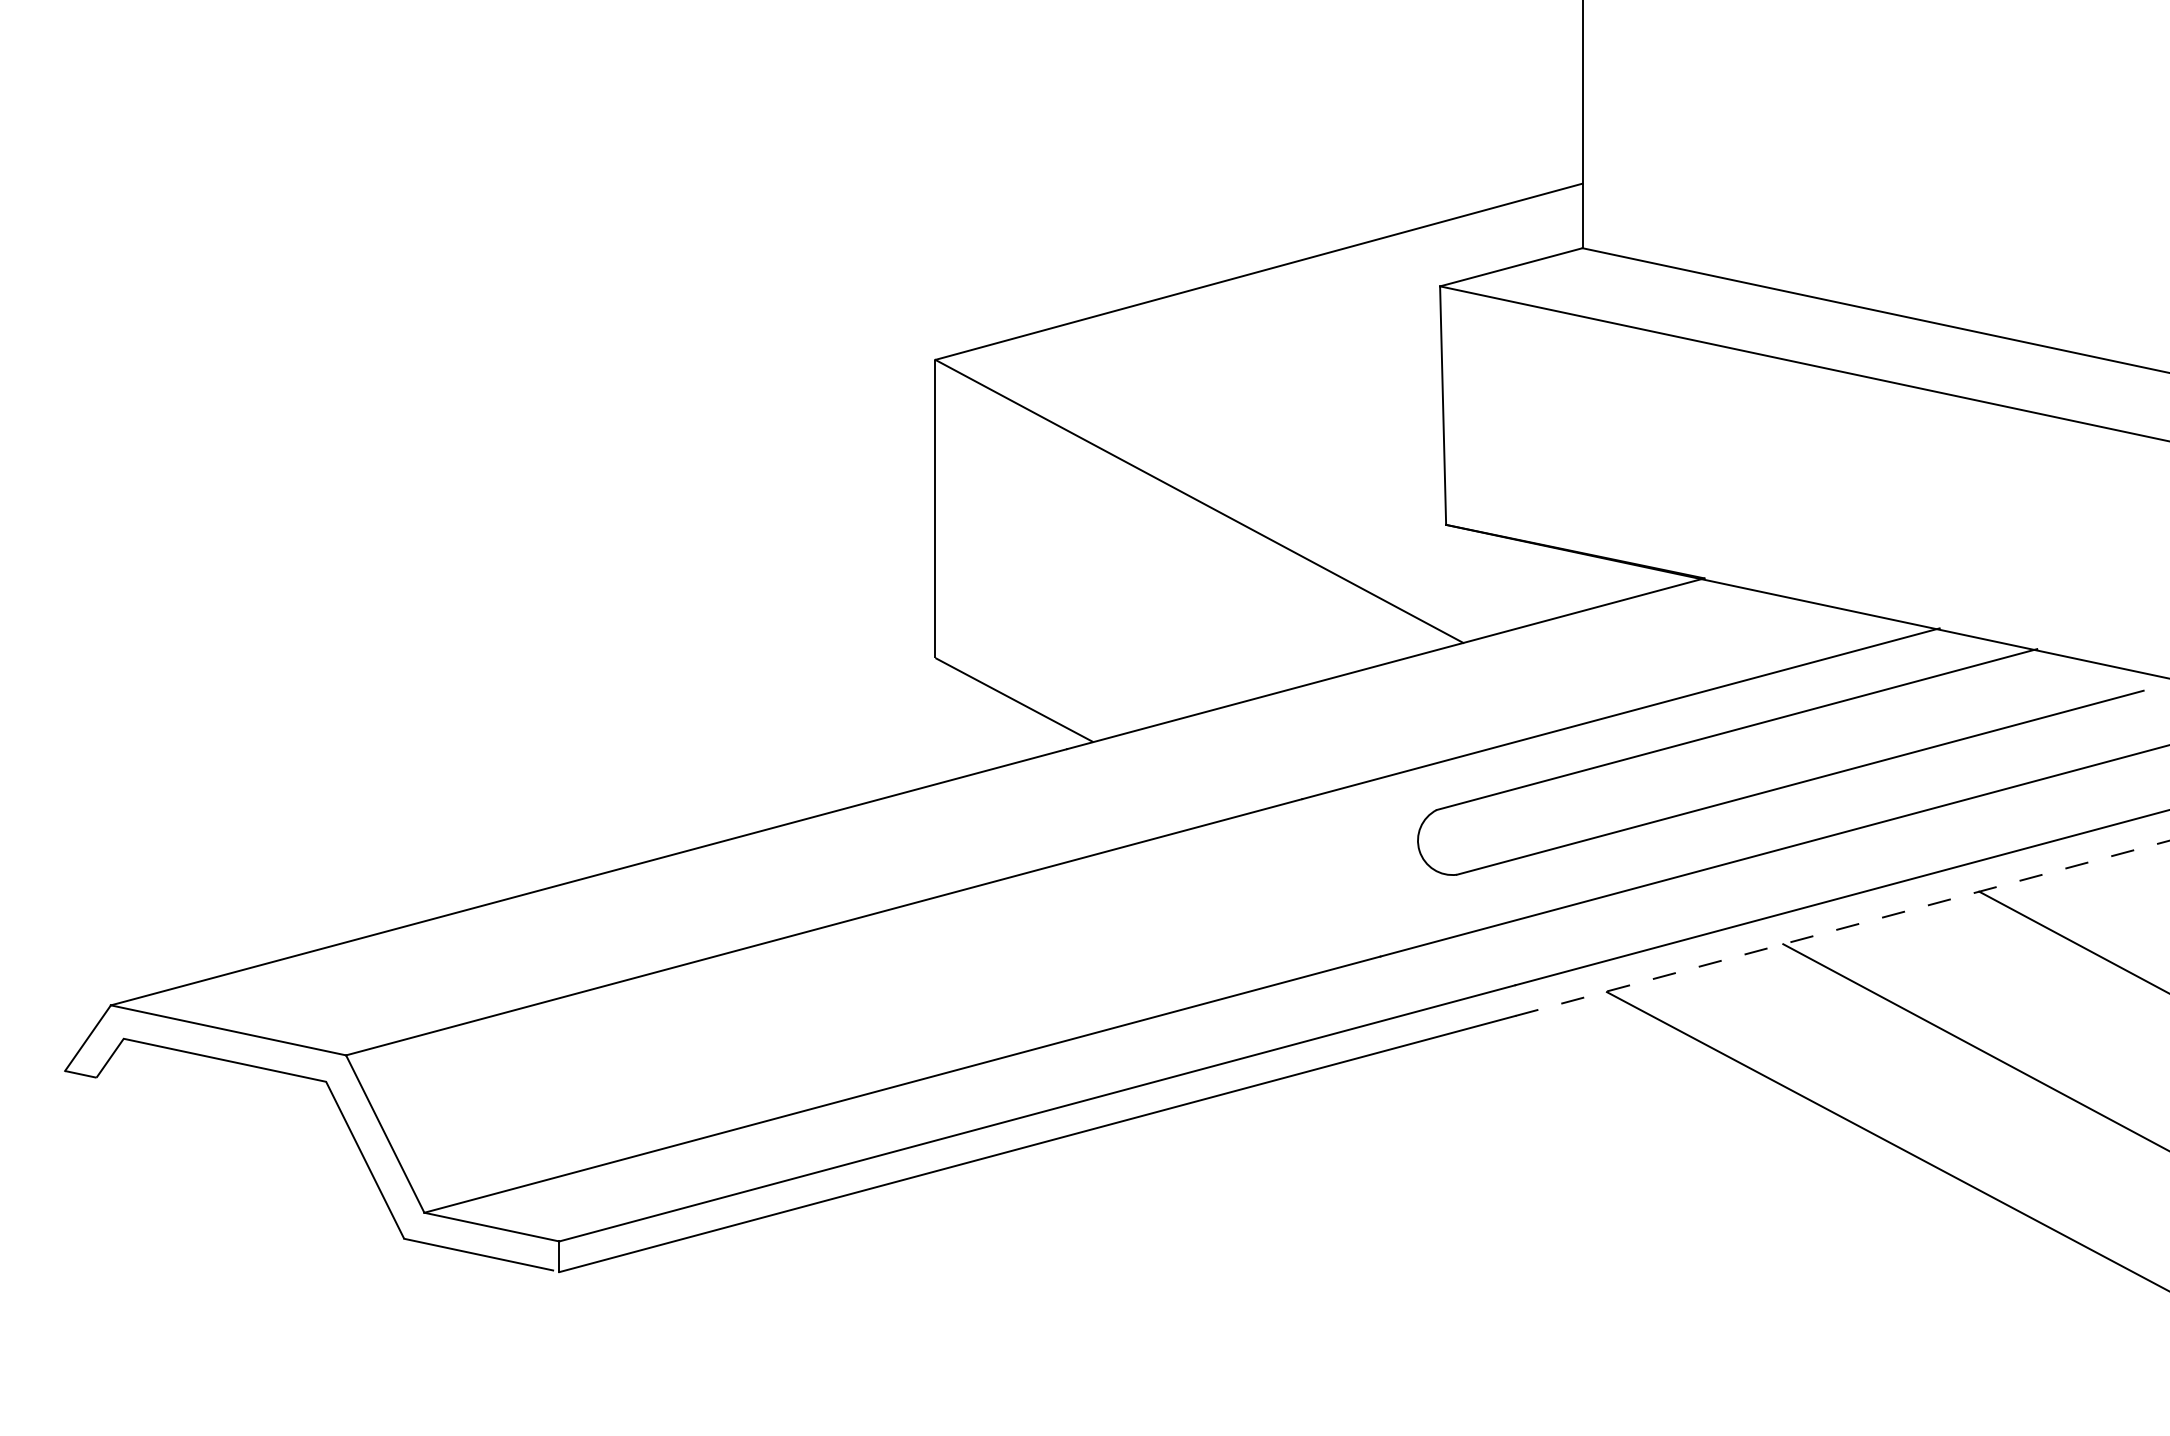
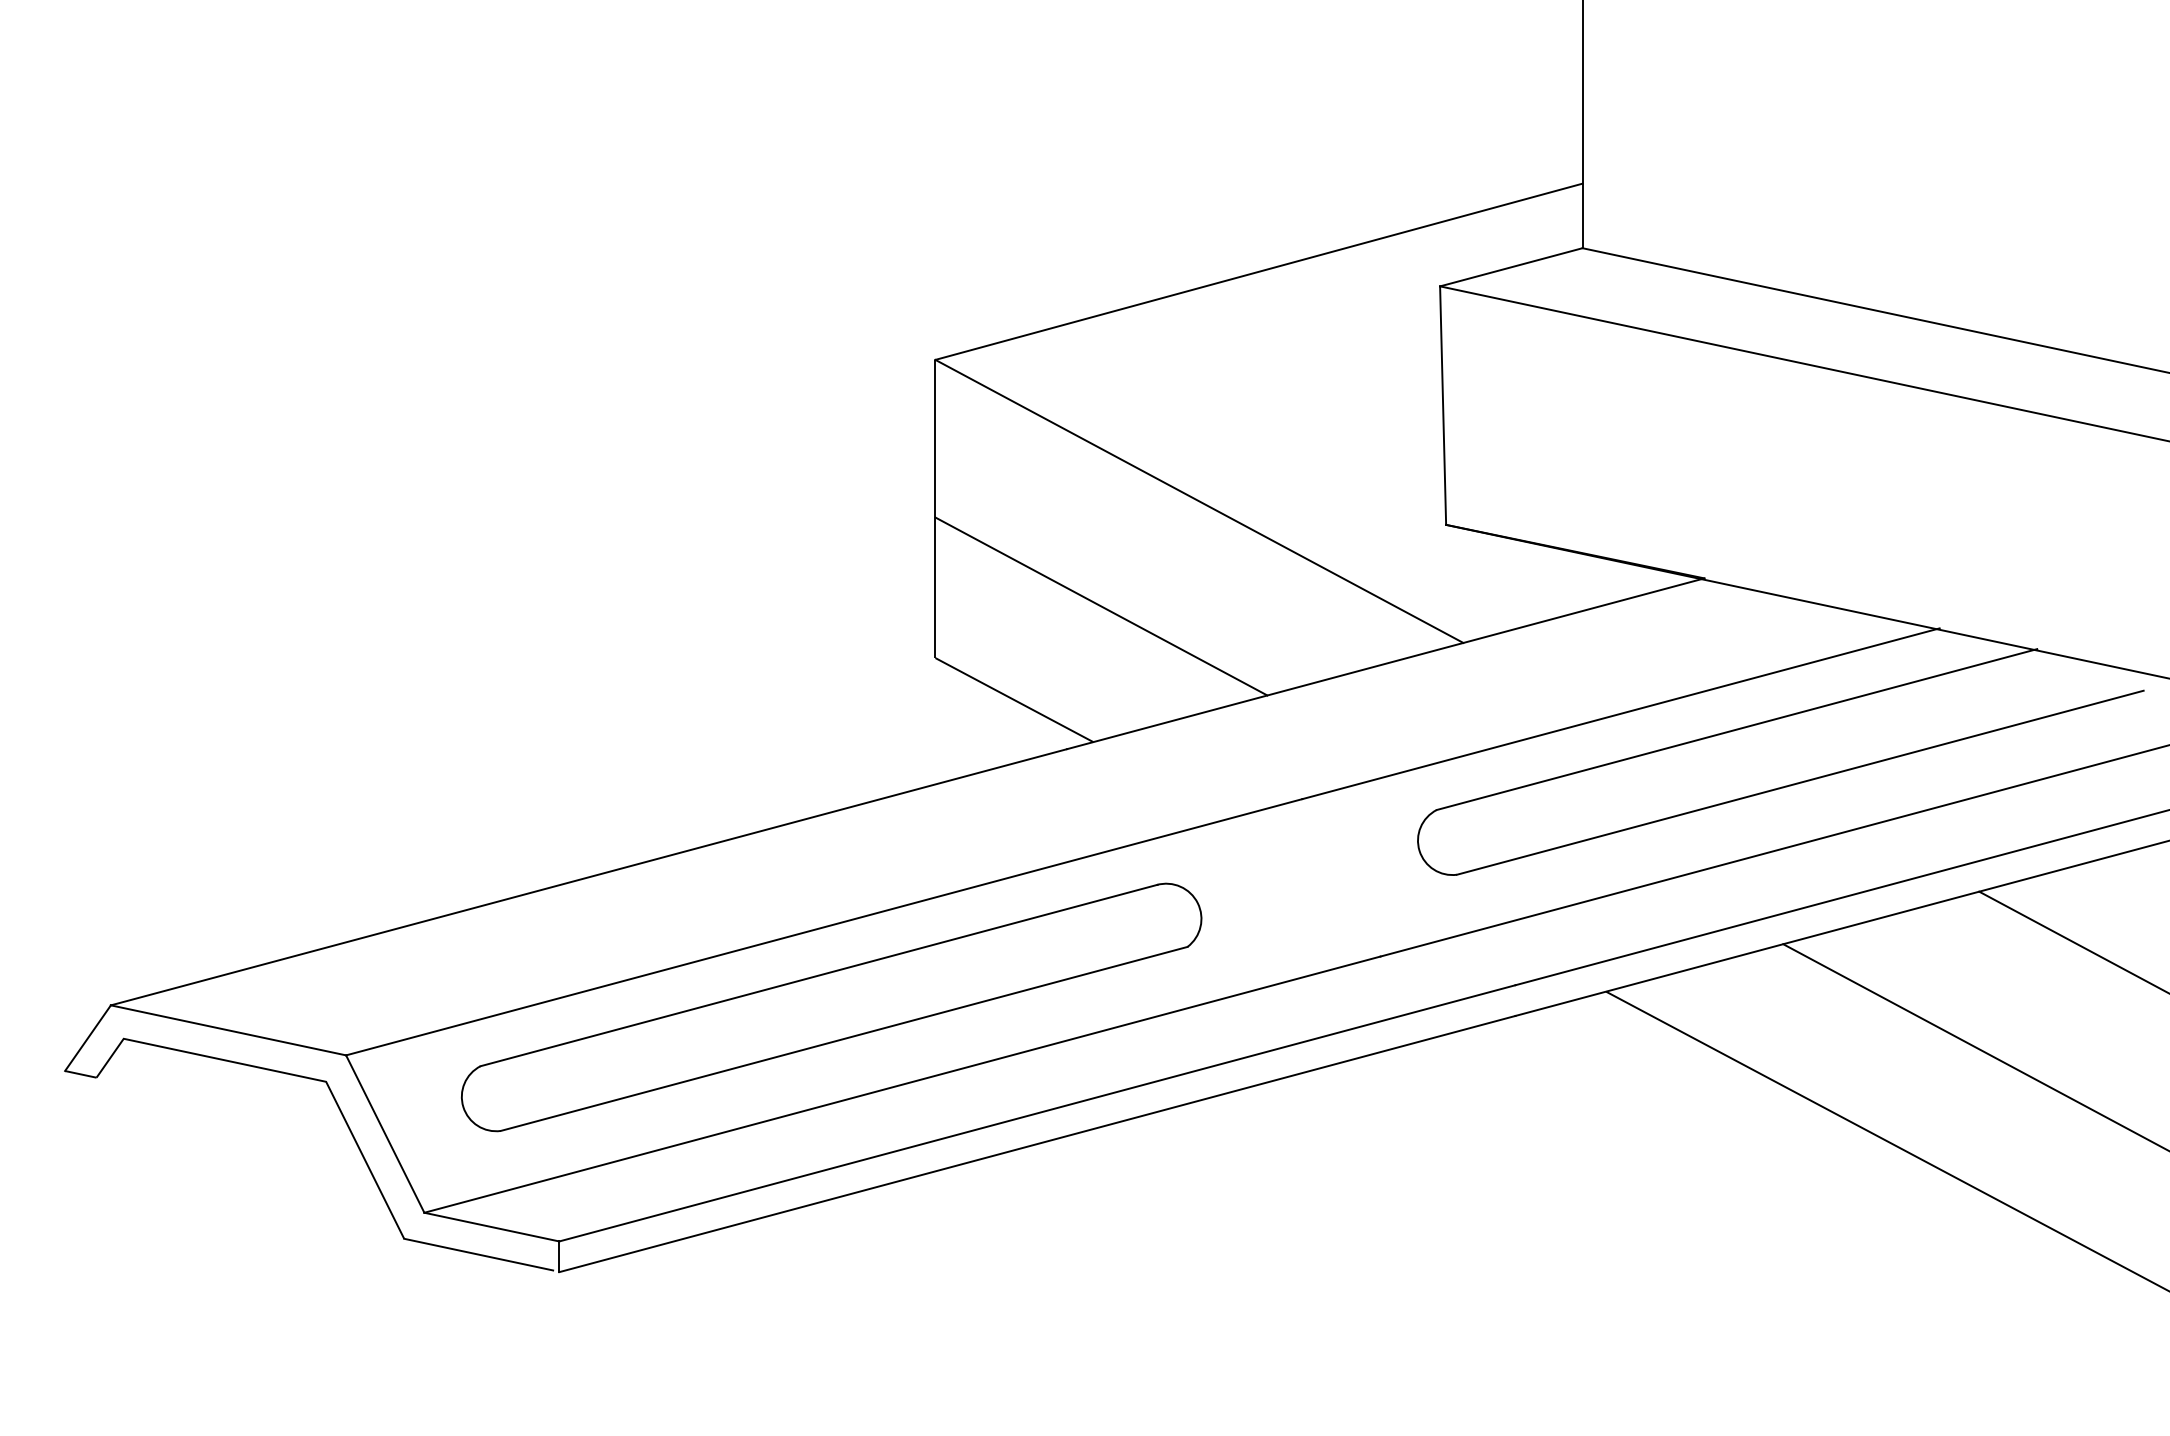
line at (1101, 606): none -> present
line at (1842, 928): dashed -> solid
part at (831, 1007): none -> present
